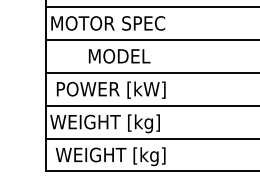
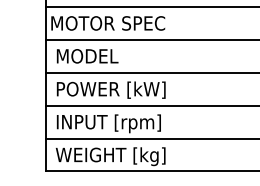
text at (119, 56) position: (119, 56) -> (87, 56)
text at (105, 123): WEIGHT [kg] -> INPUT [rpm]
